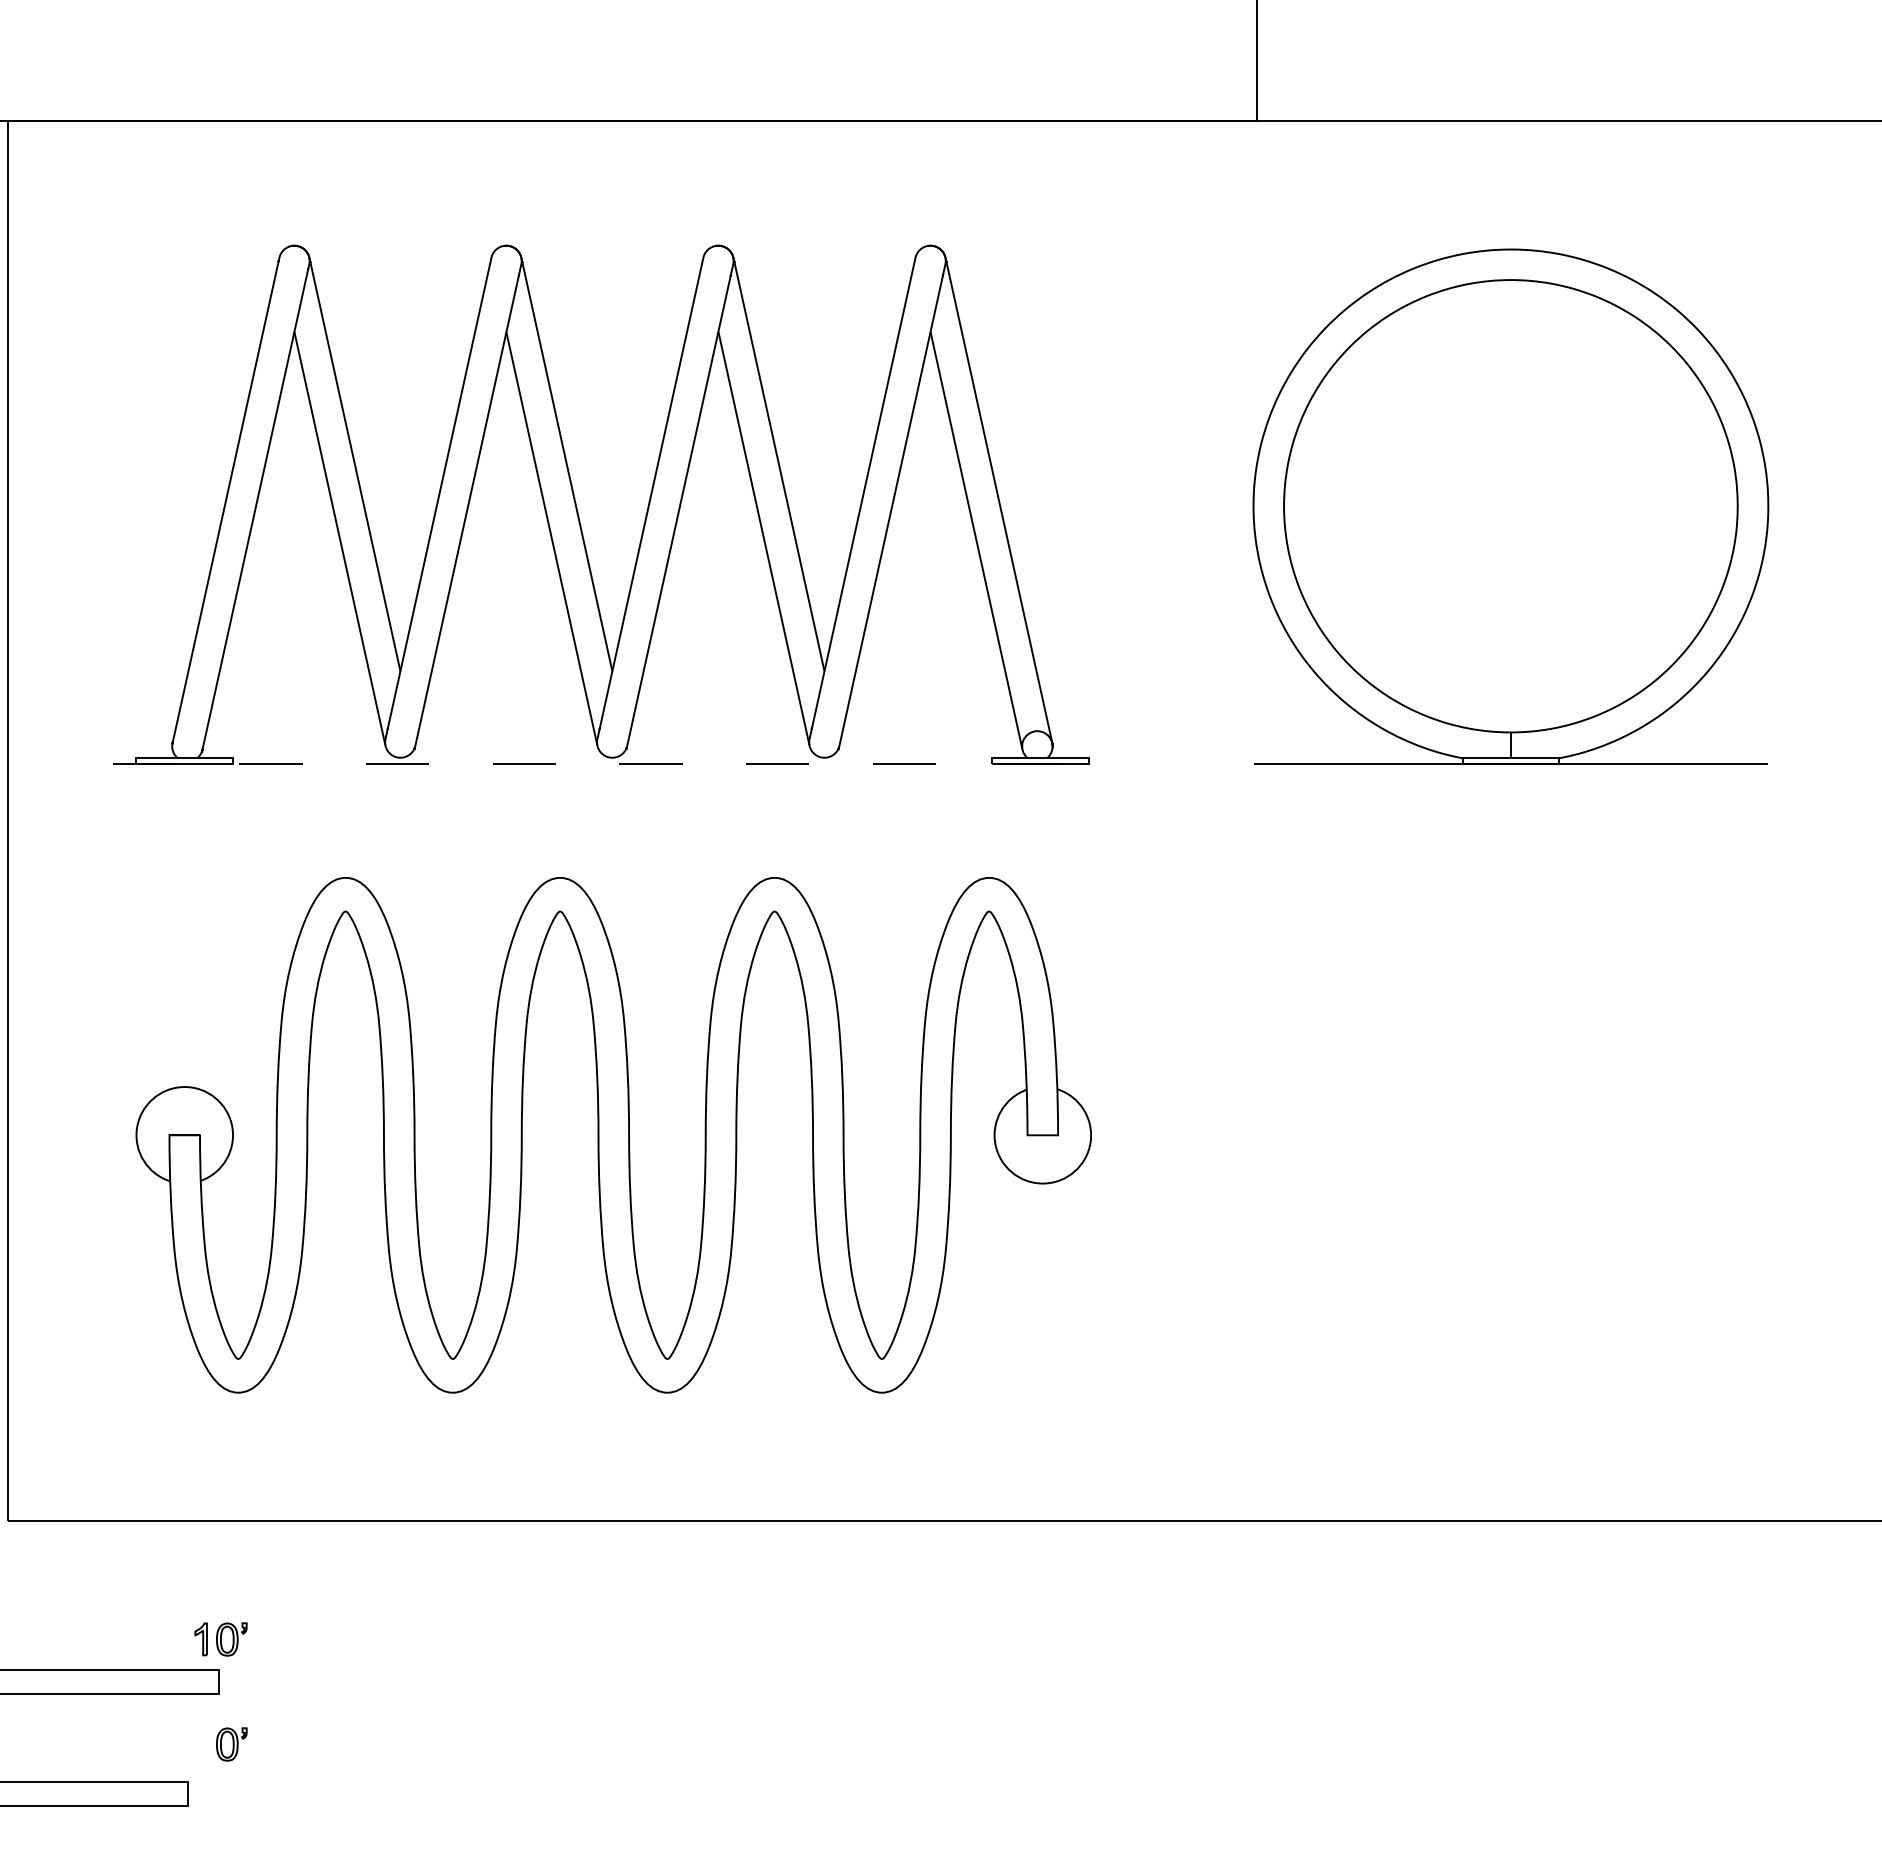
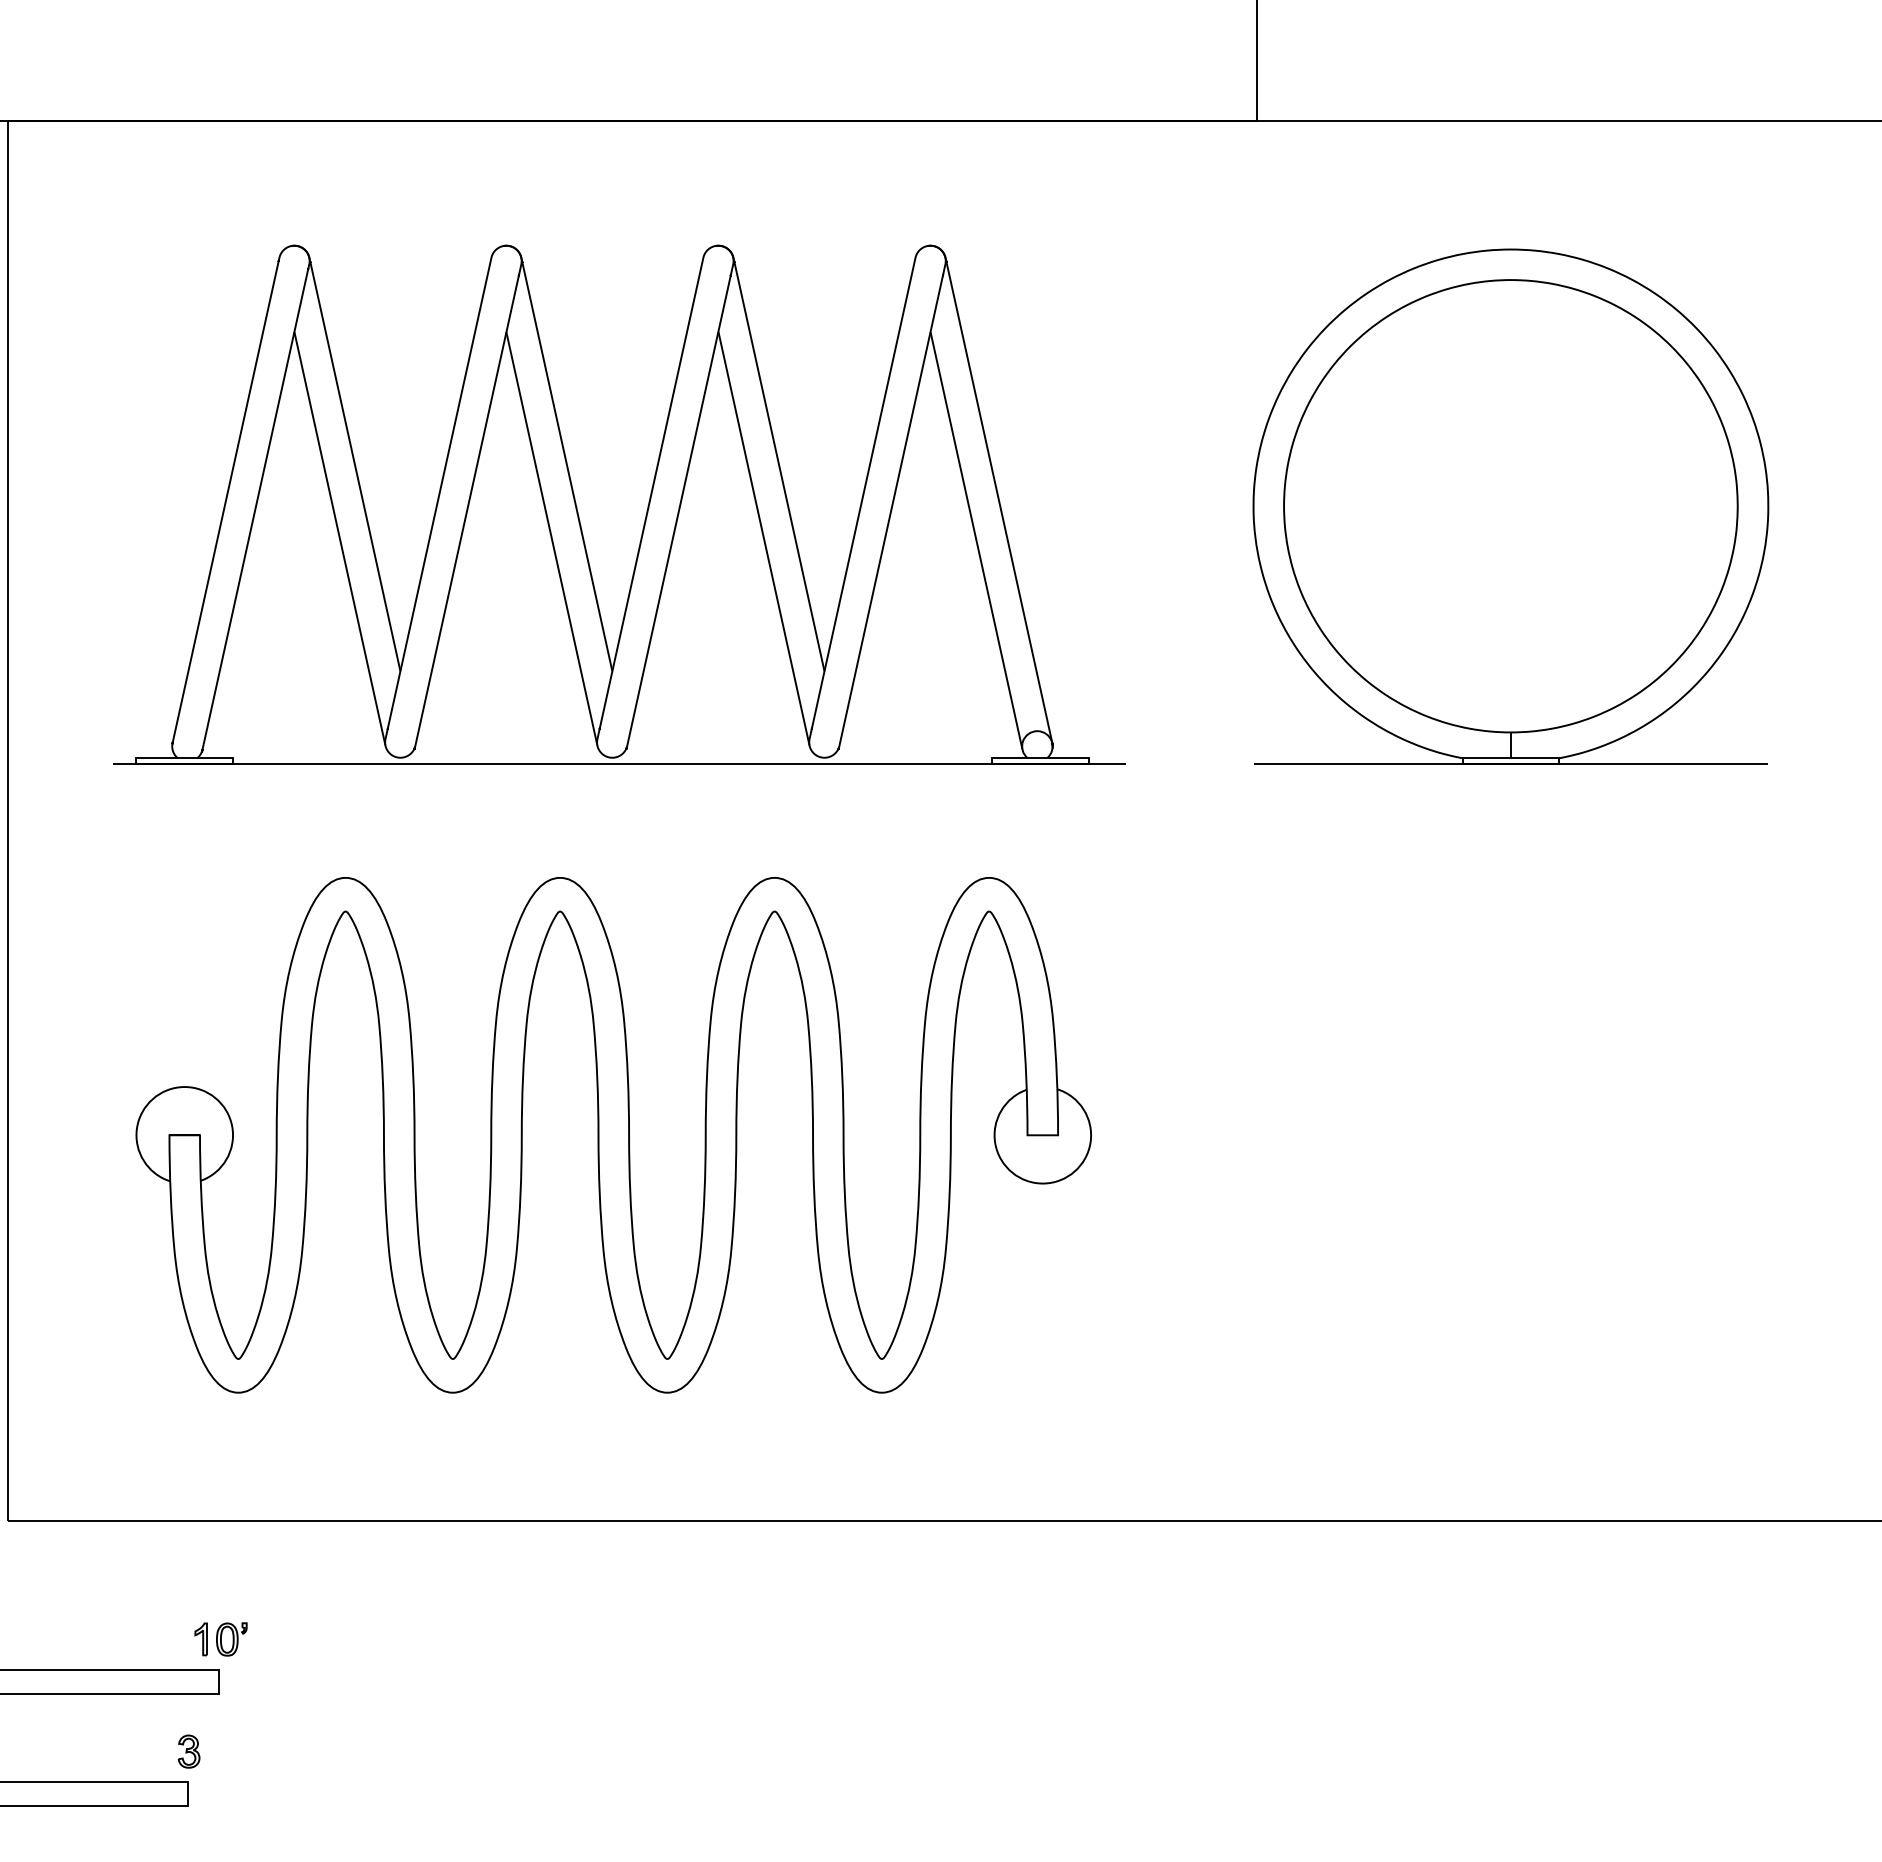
line at (619, 764): dashed -> solid
part at (231, 1744): present -> none
part at (188, 1751): none -> present
